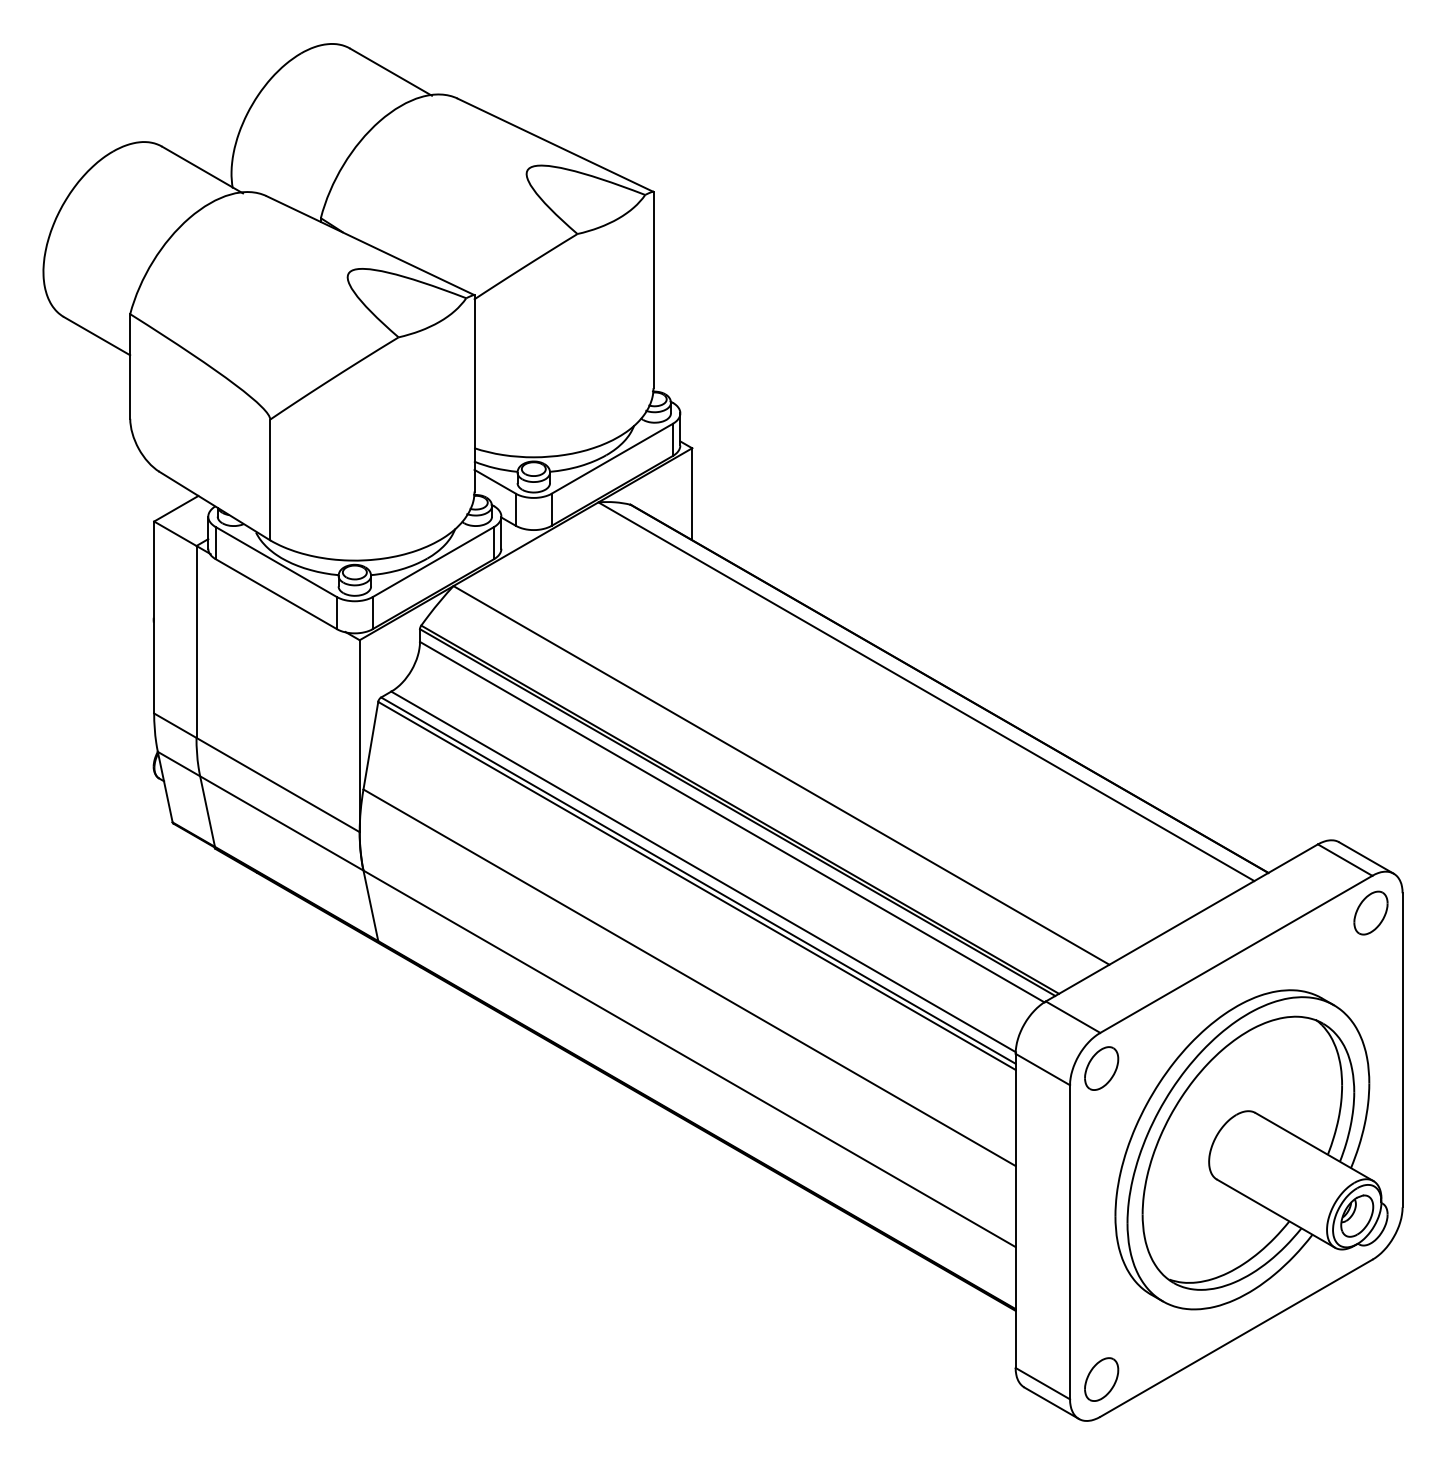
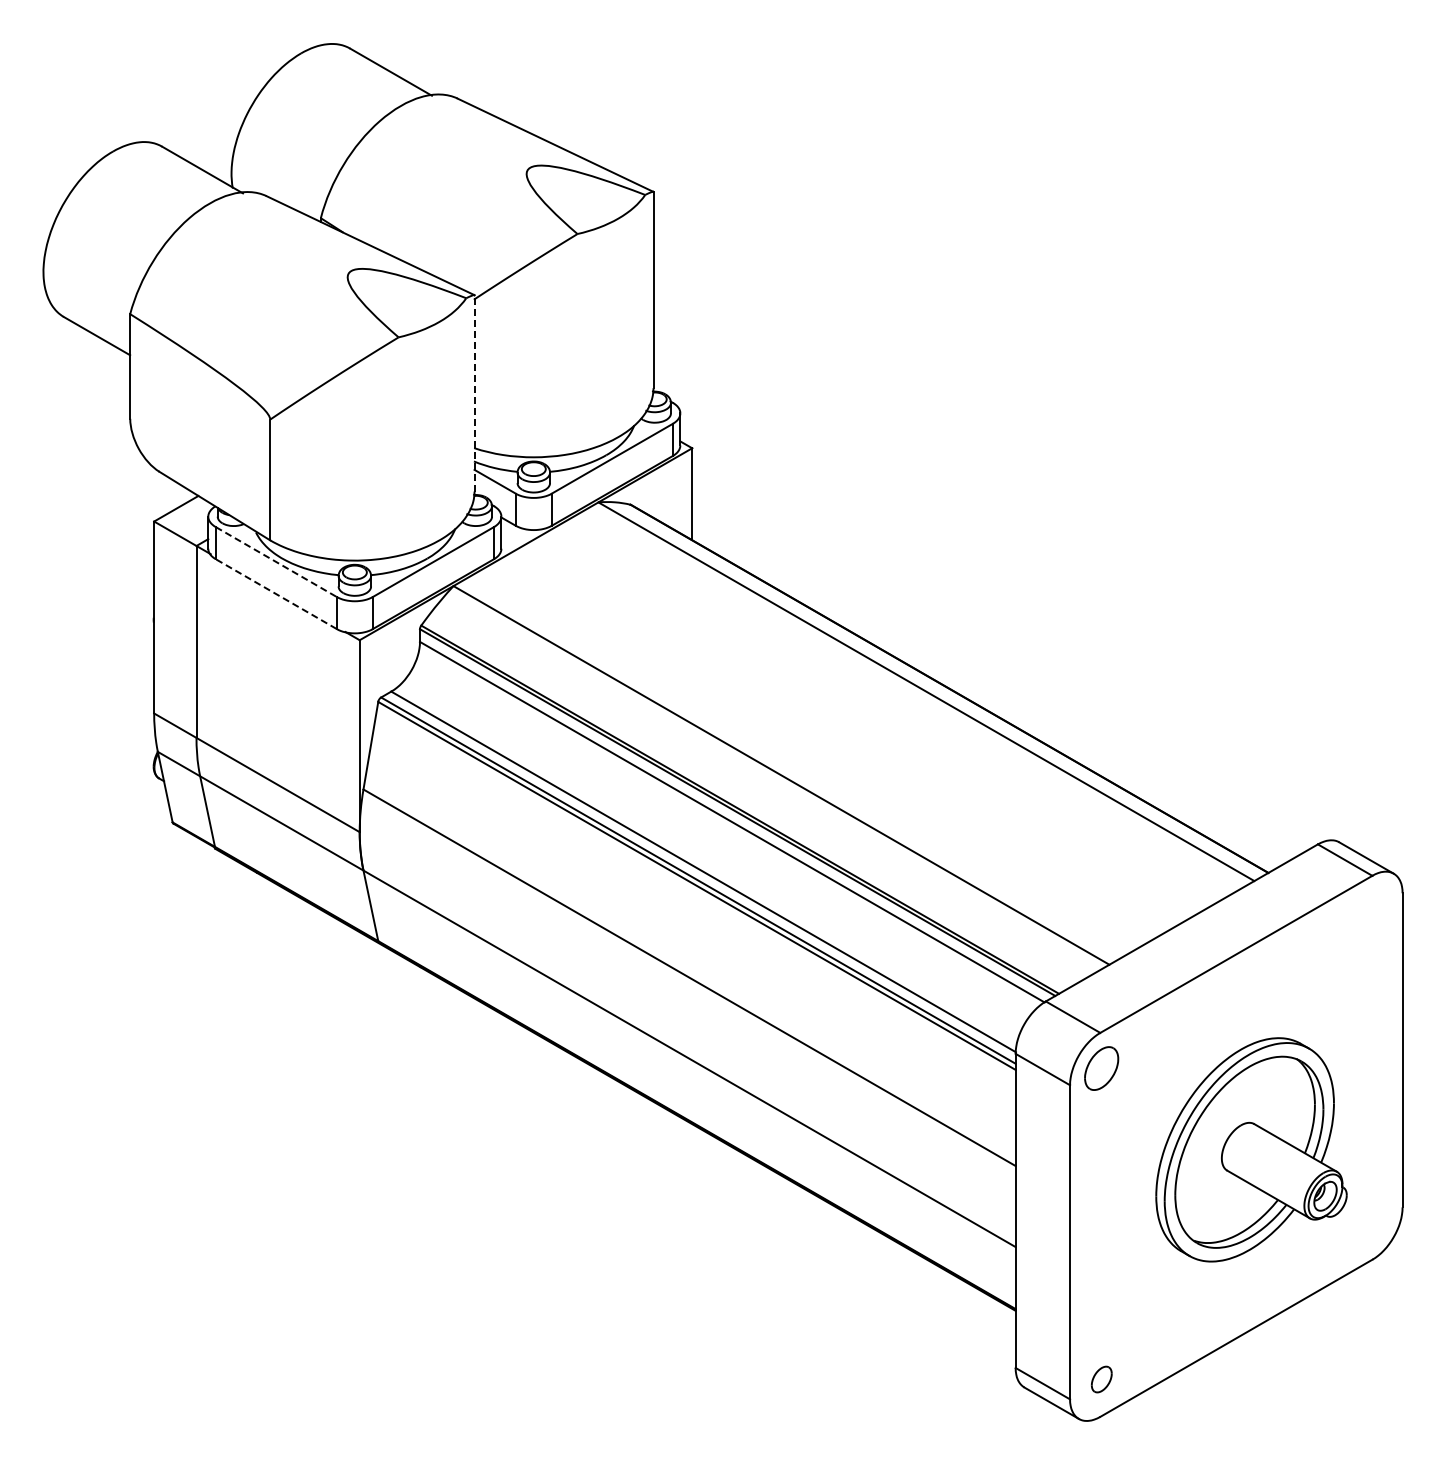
line at (474, 392): solid -> dashed
line at (276, 562): solid -> dashed
line at (276, 594): solid -> dashed
part at (1370, 912): present -> none
part at (1251, 1149) size: 275x322 px -> 193x226 px
part at (1101, 1379) size: 36x45 px -> 23x29 px
